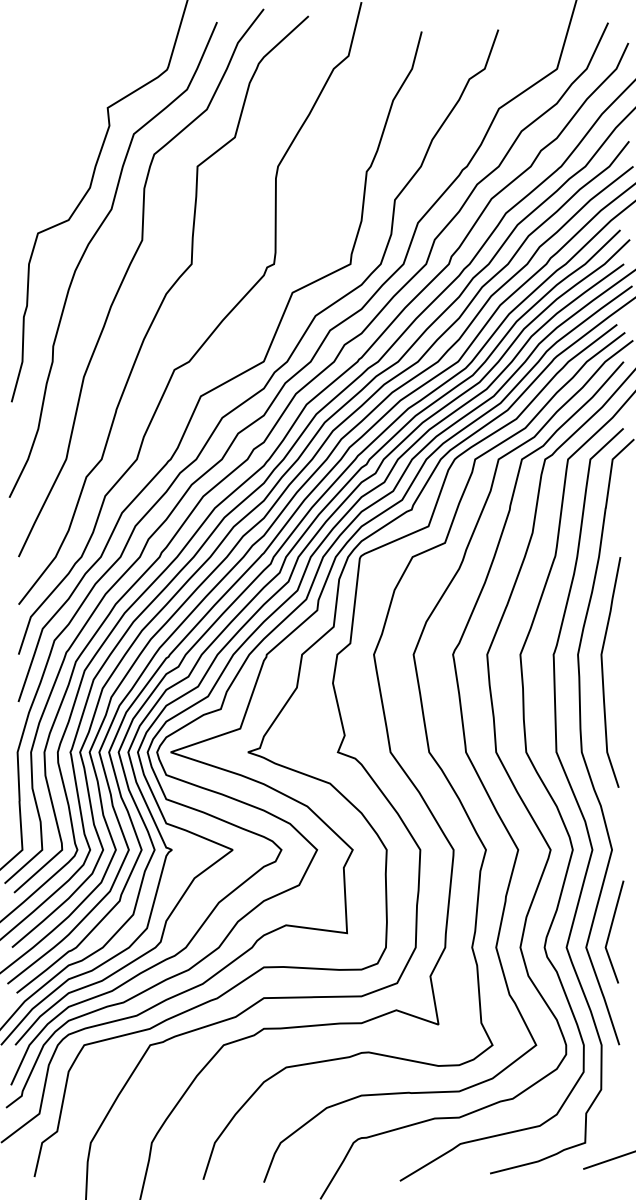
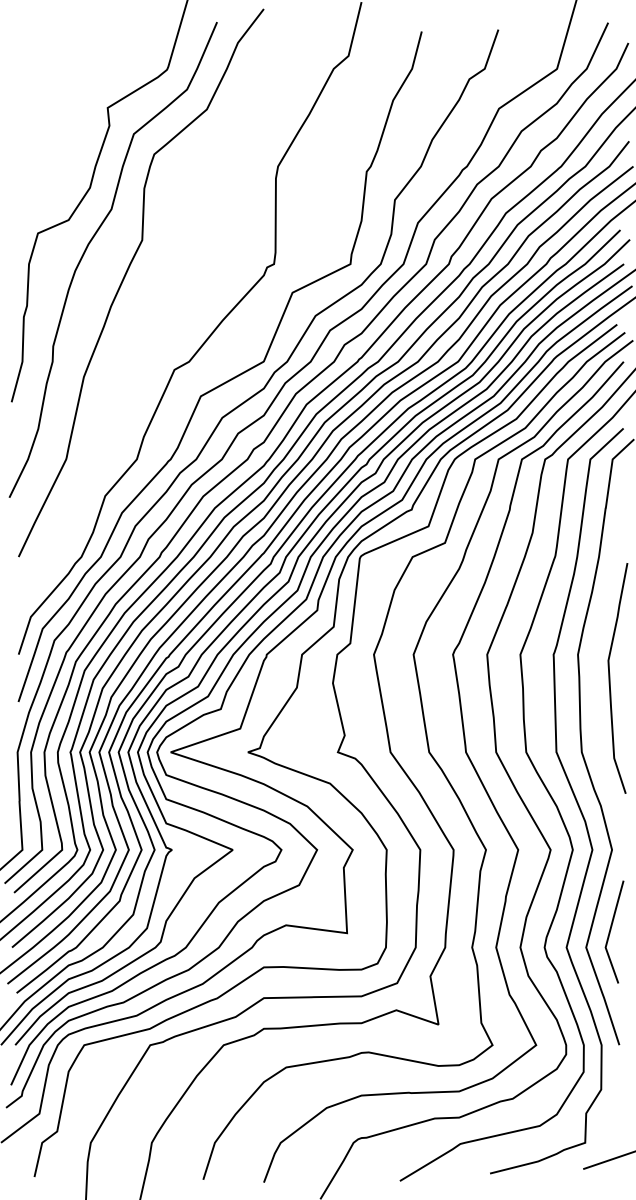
curve at (160, 308): present -> none
curve at (603, 672) position: (603, 672) -> (610, 678)
